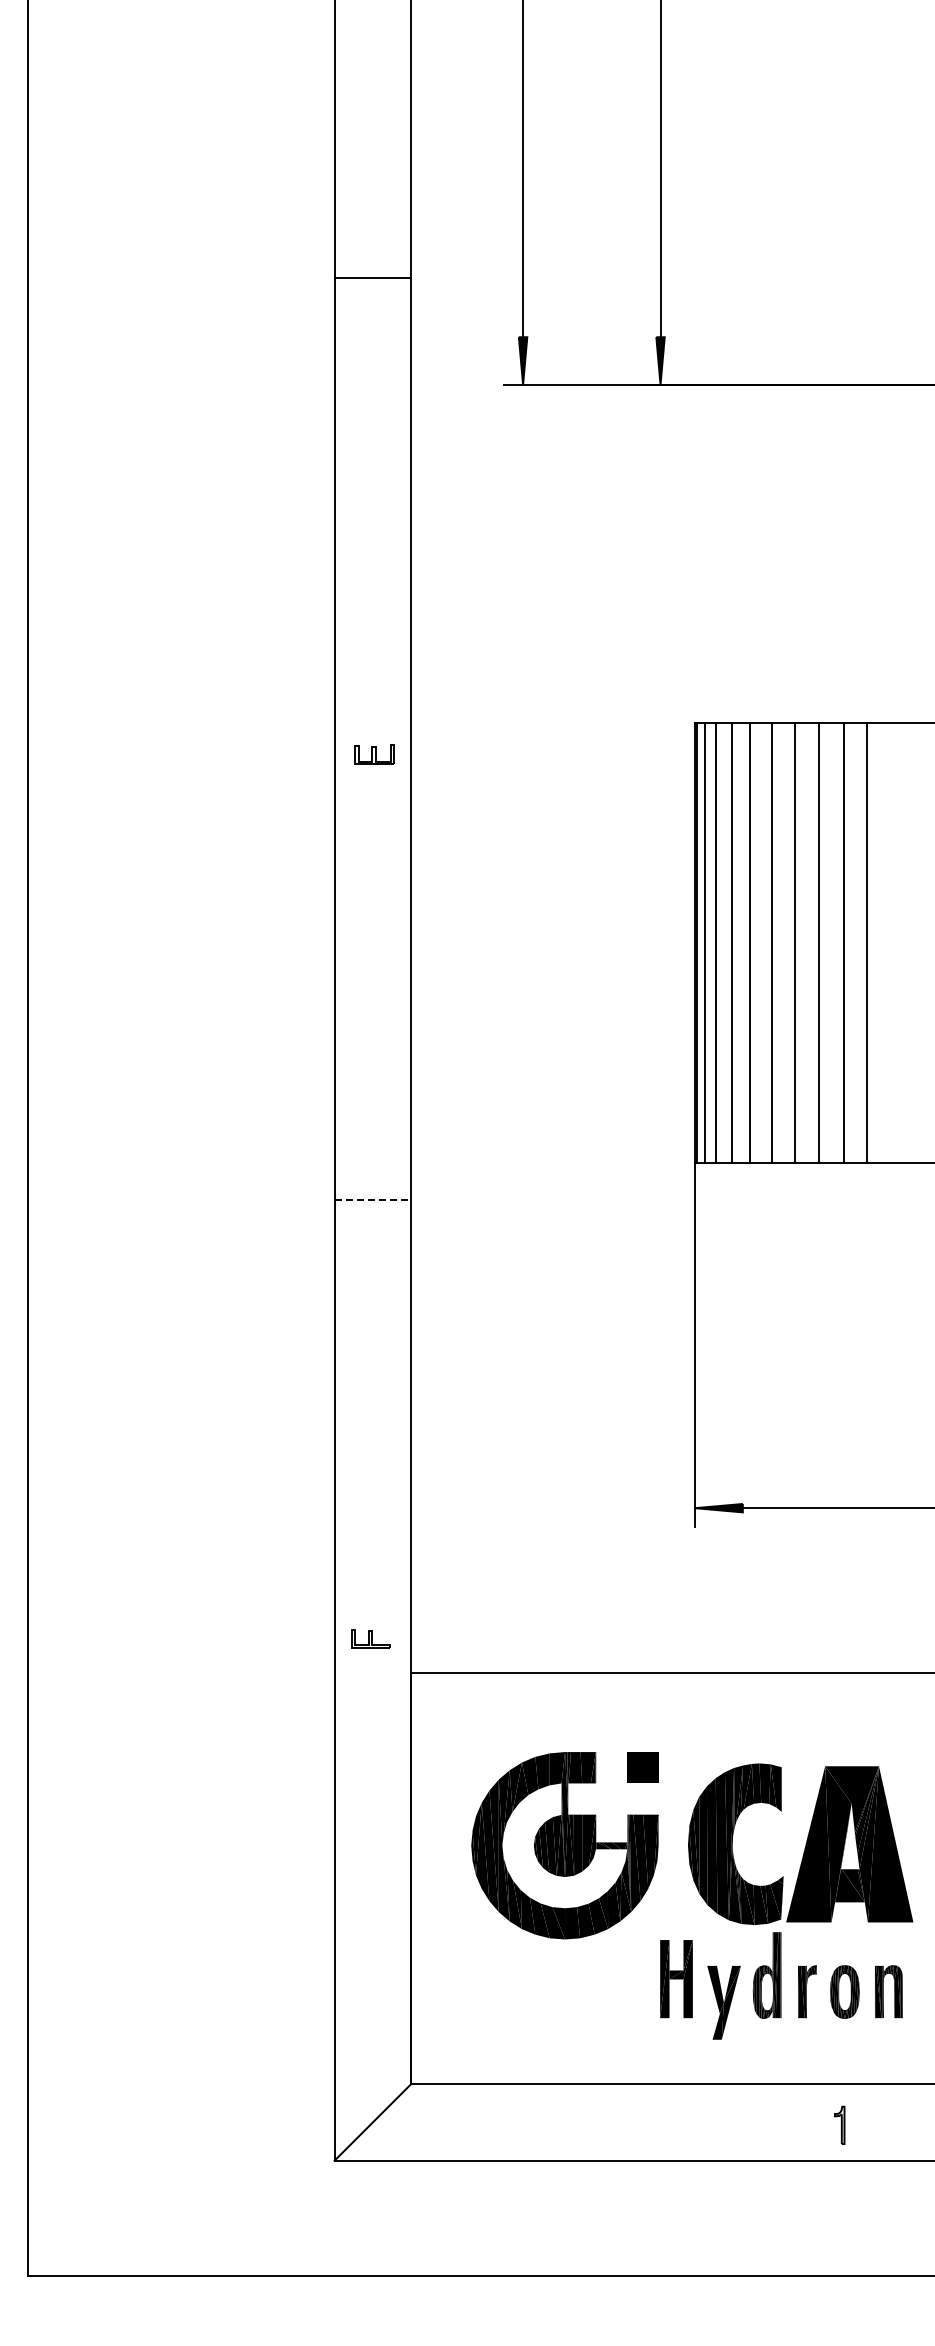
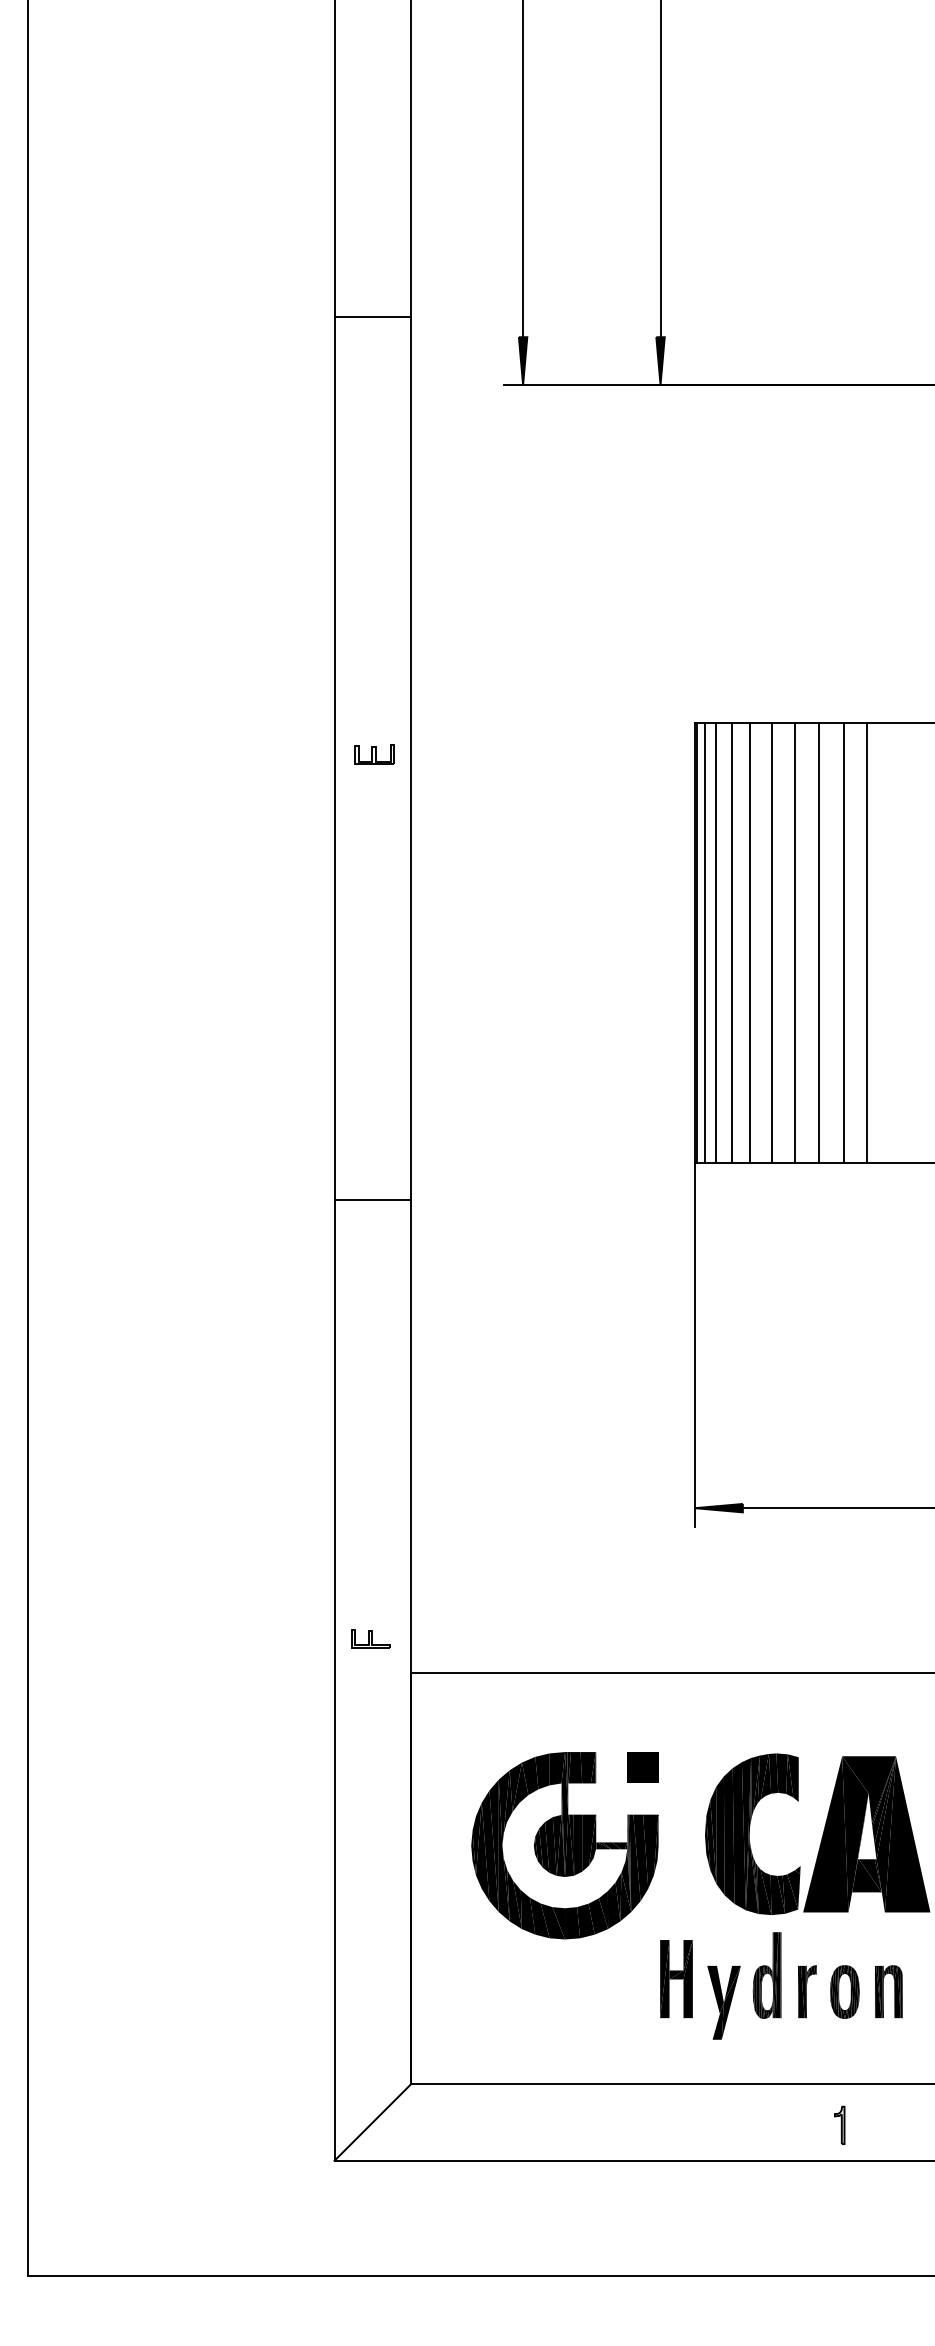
line at (372, 277) position: (372, 277) -> (372, 316)
line at (373, 1200): dashed -> solid
part at (800, 1844) position: (800, 1844) -> (817, 1834)
